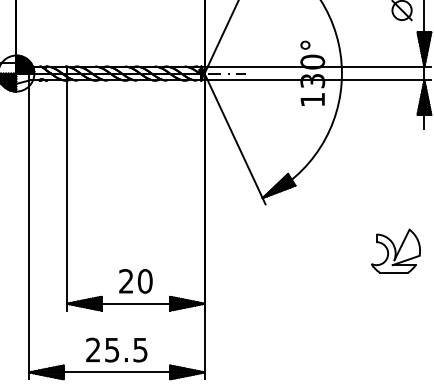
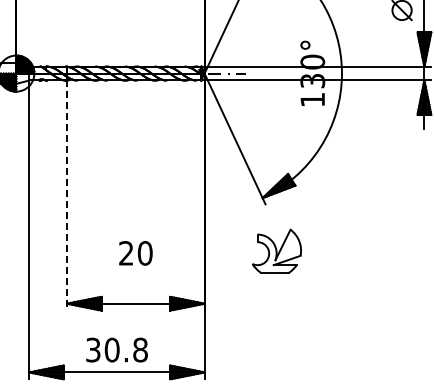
line at (67, 196): solid -> dashed
part at (395, 250) position: (395, 250) -> (276, 250)
text at (135, 281) position: (135, 281) -> (135, 253)
text at (116, 349): 25.5 -> 30.8
